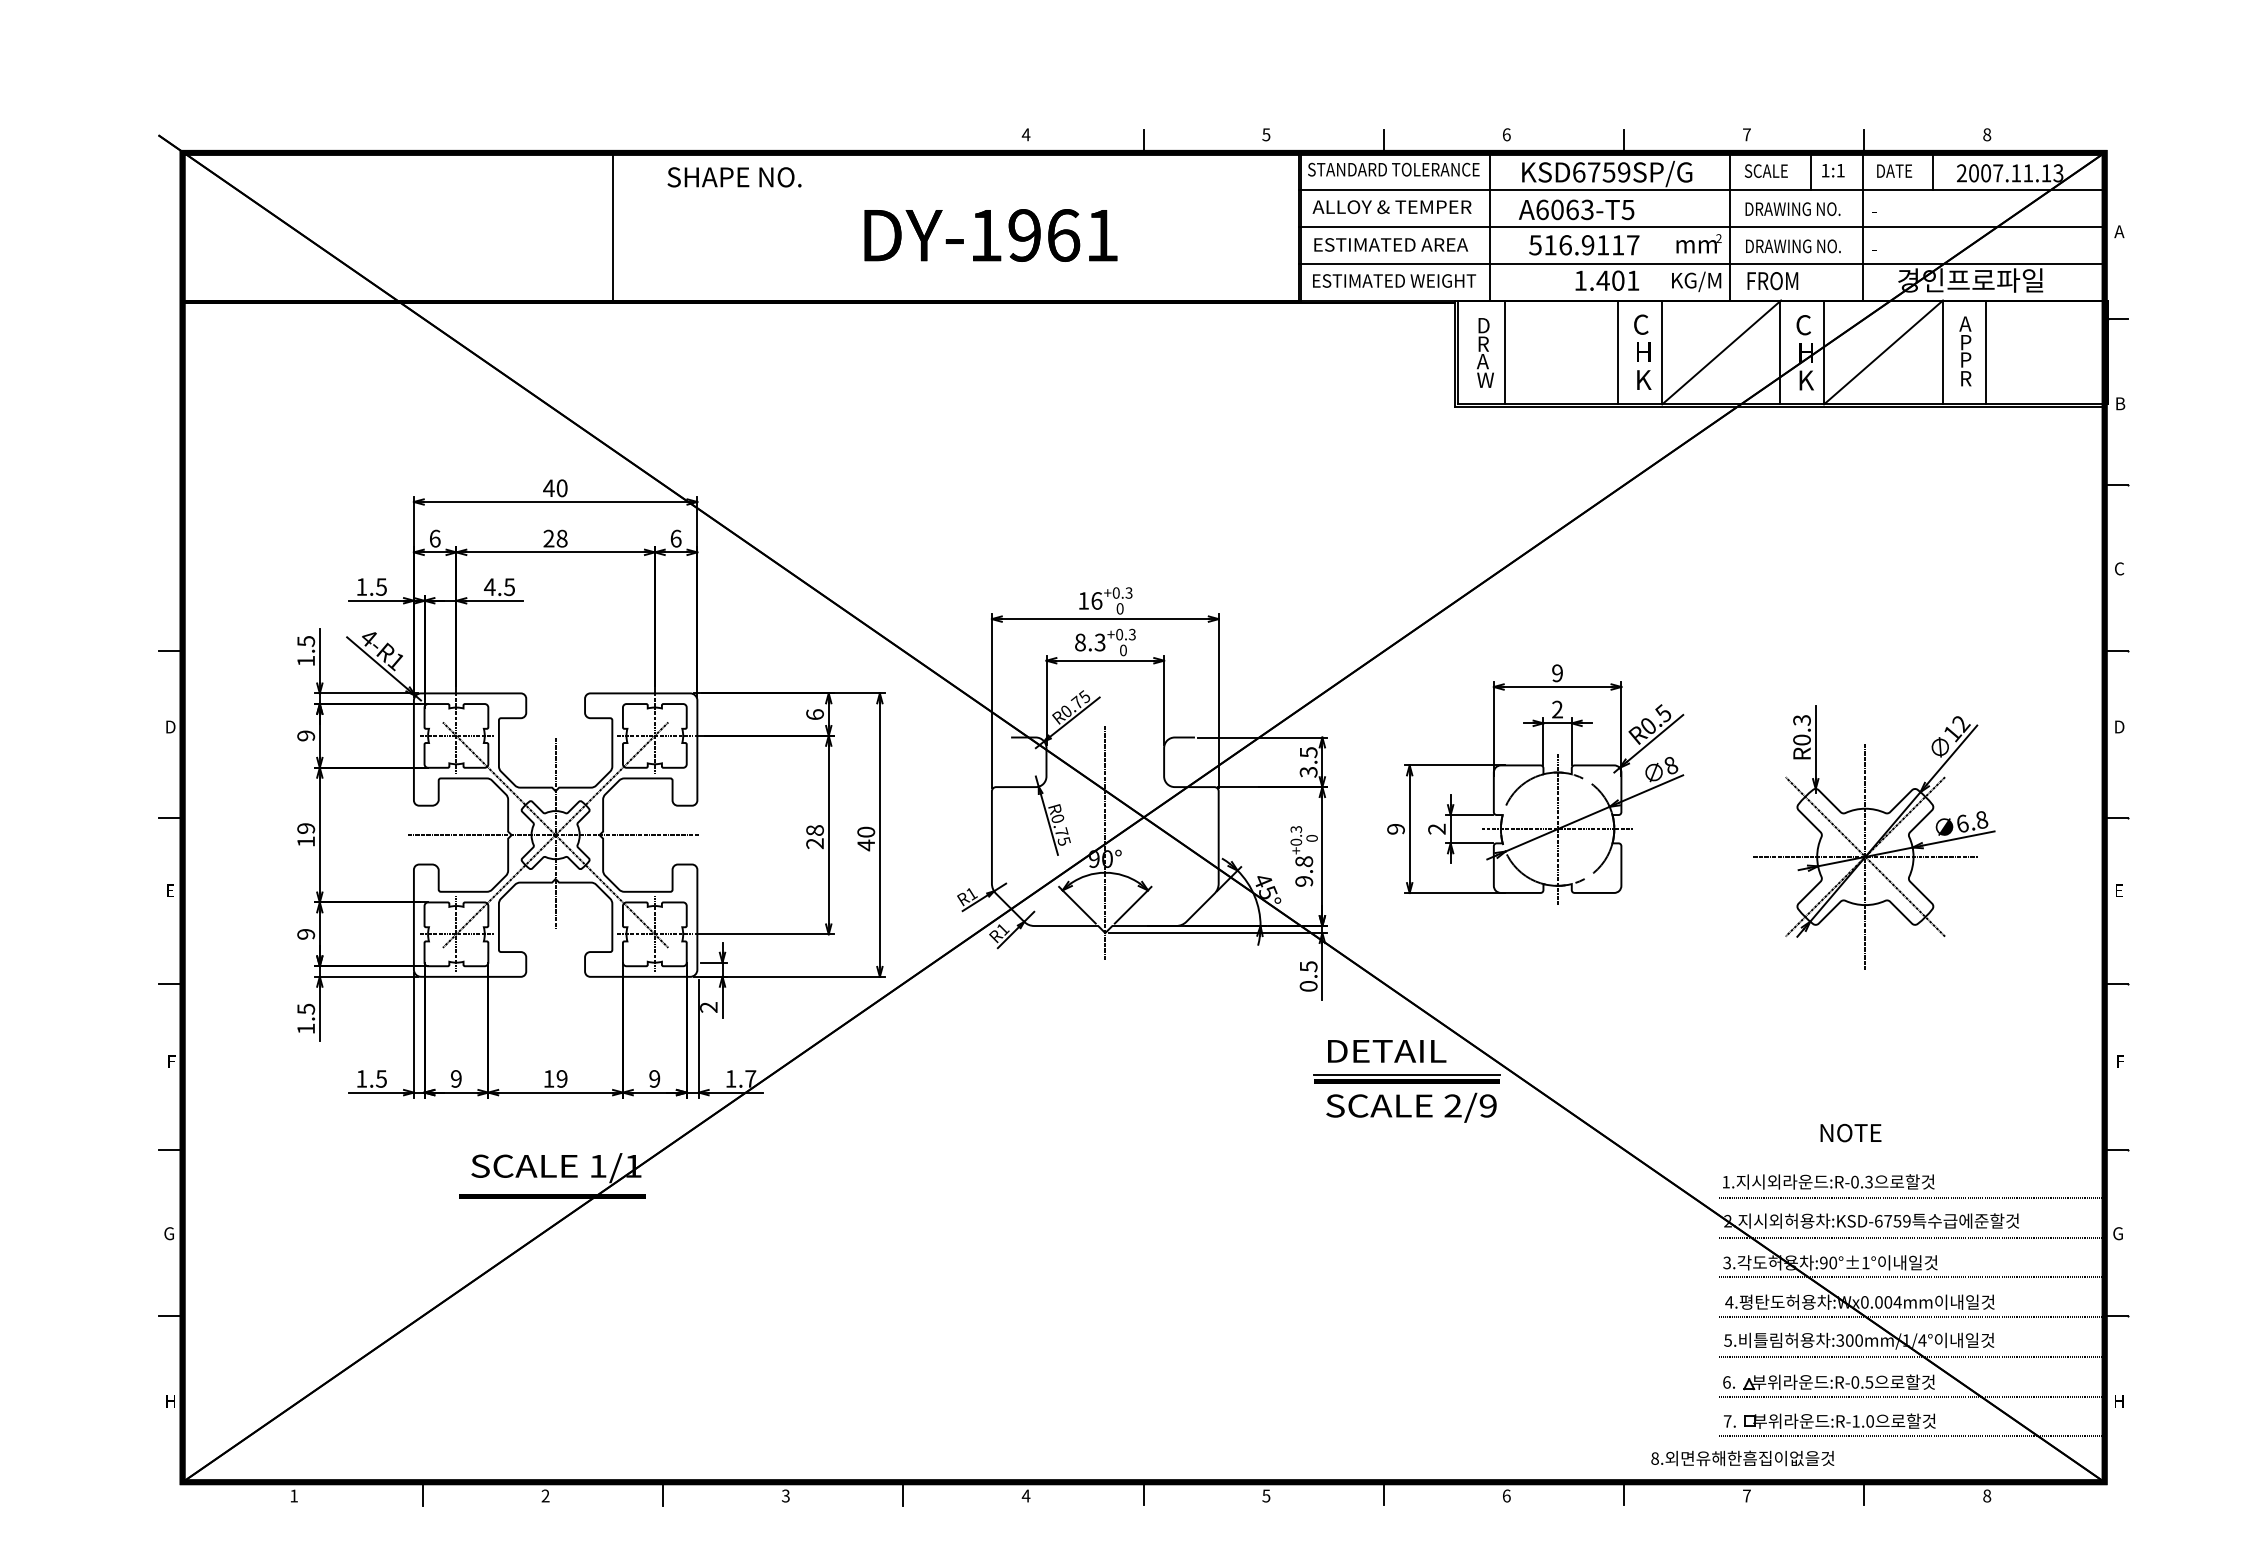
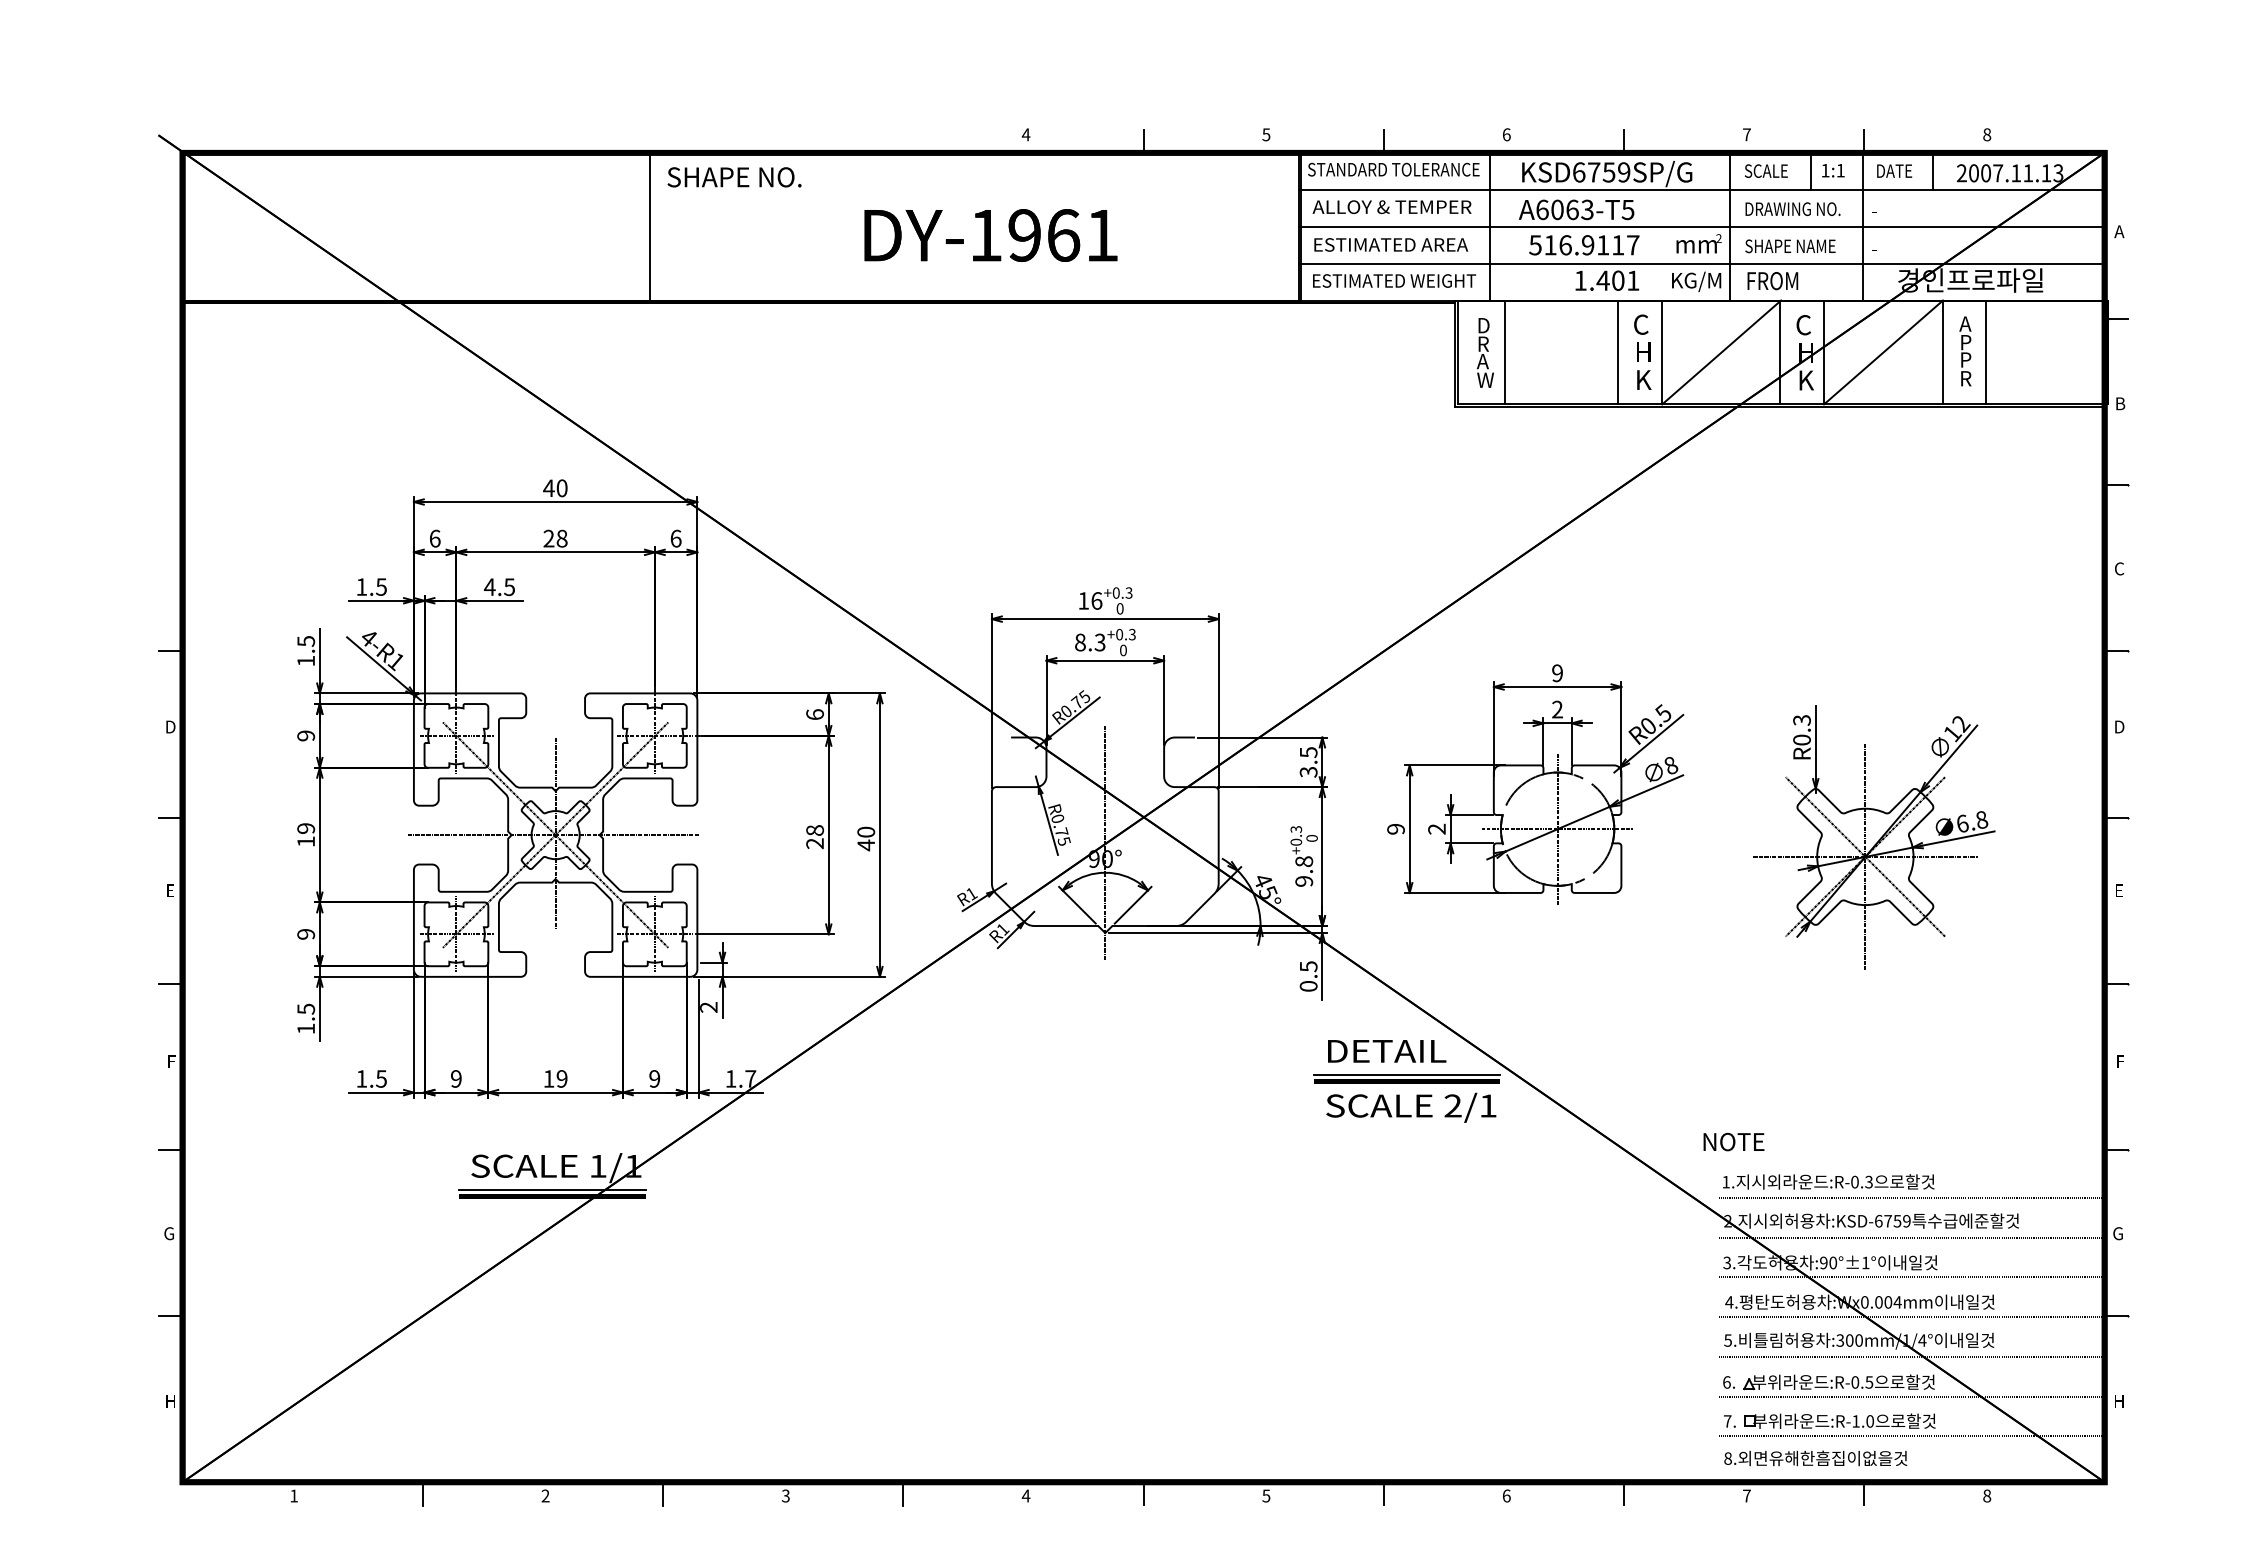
line at (612, 225) position: (612, 225) -> (649, 225)
text at (1792, 246): DRAWING NO. -> SHAPE NAME
text at (1487, 1105): 2/9 -> 2/1
text at (1850, 1132) position: (1850, 1132) -> (1733, 1141)
line at (552, 1189): none -> present
text at (1742, 1458) position: (1742, 1458) -> (1815, 1458)
